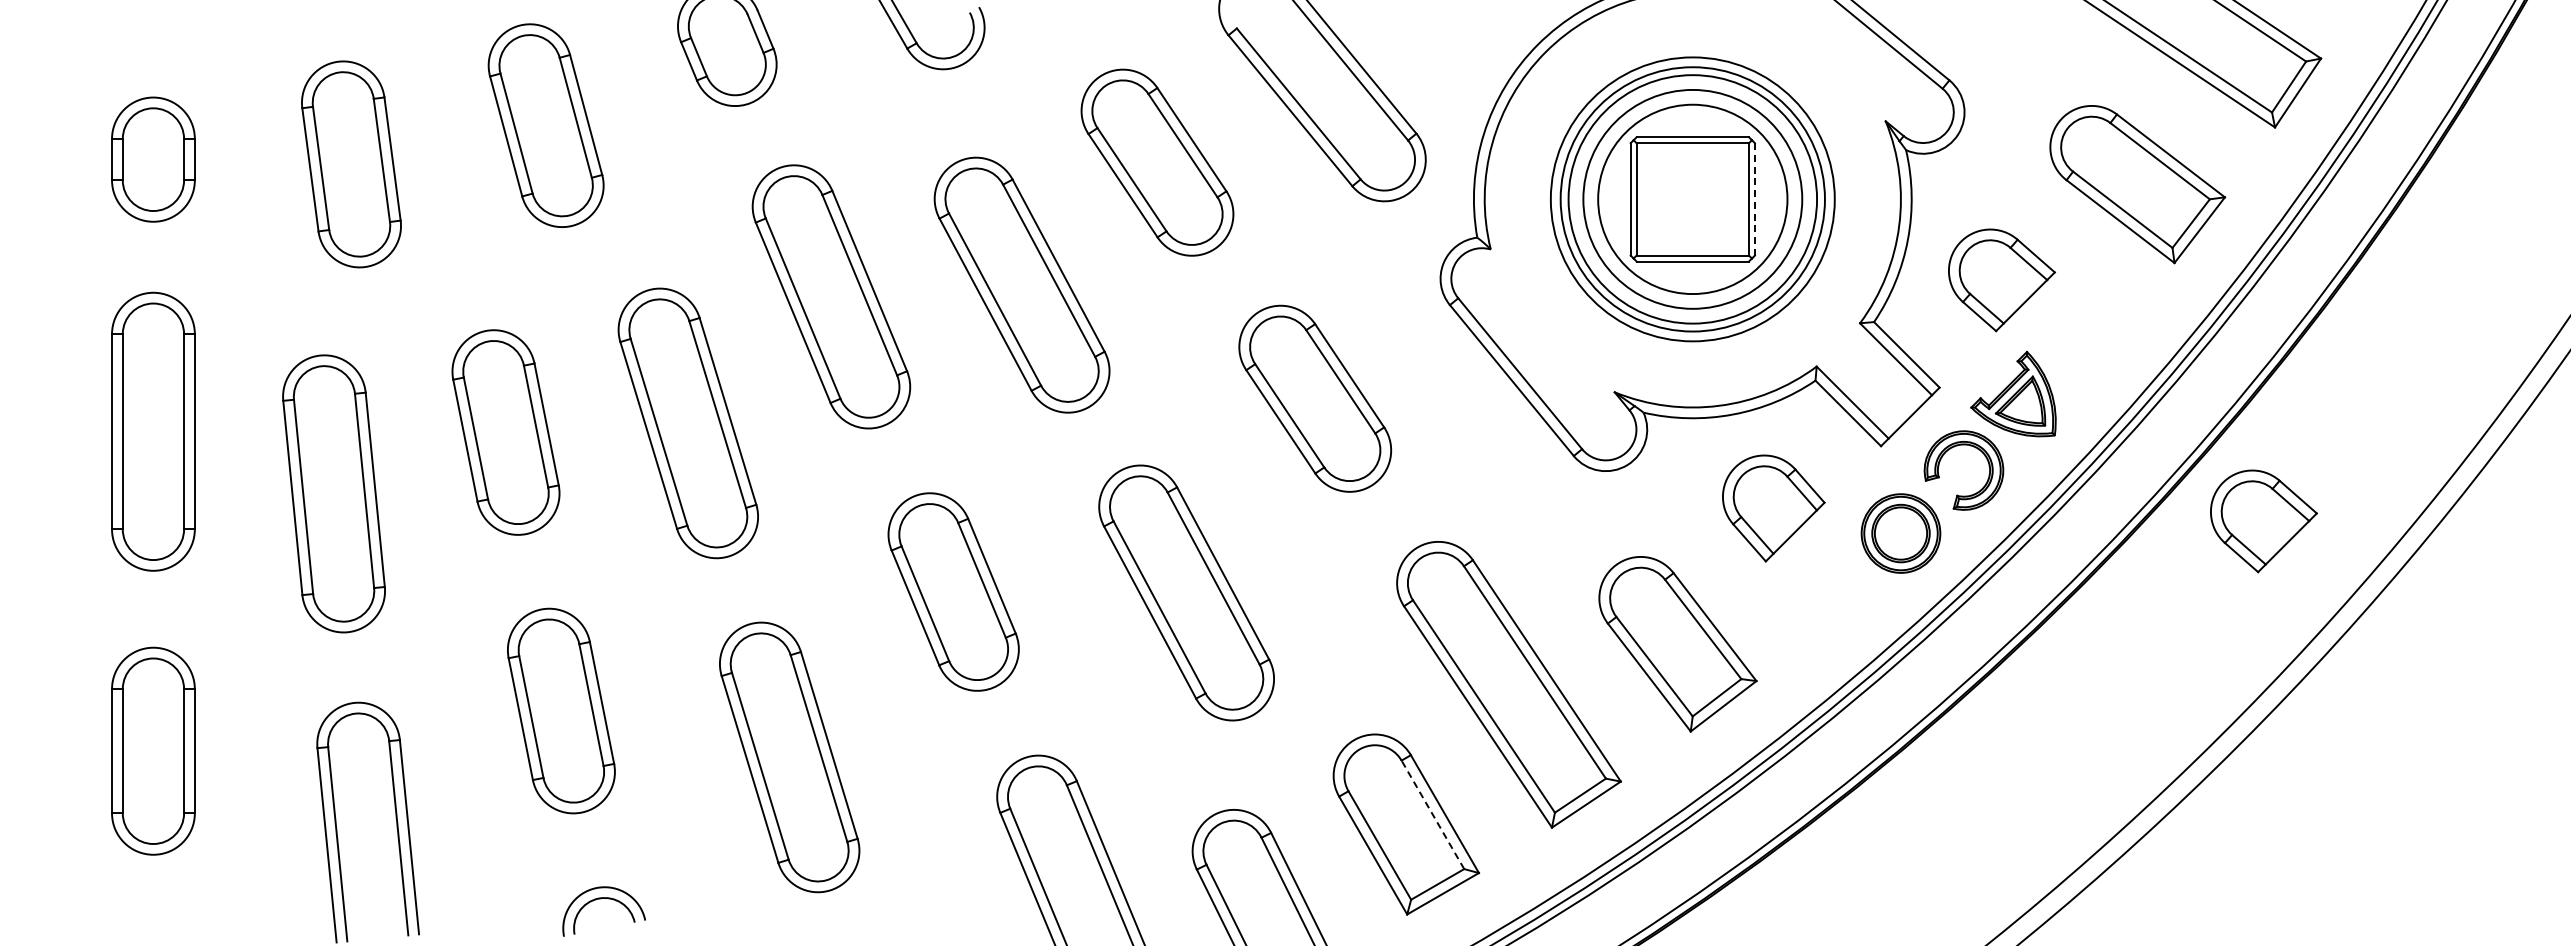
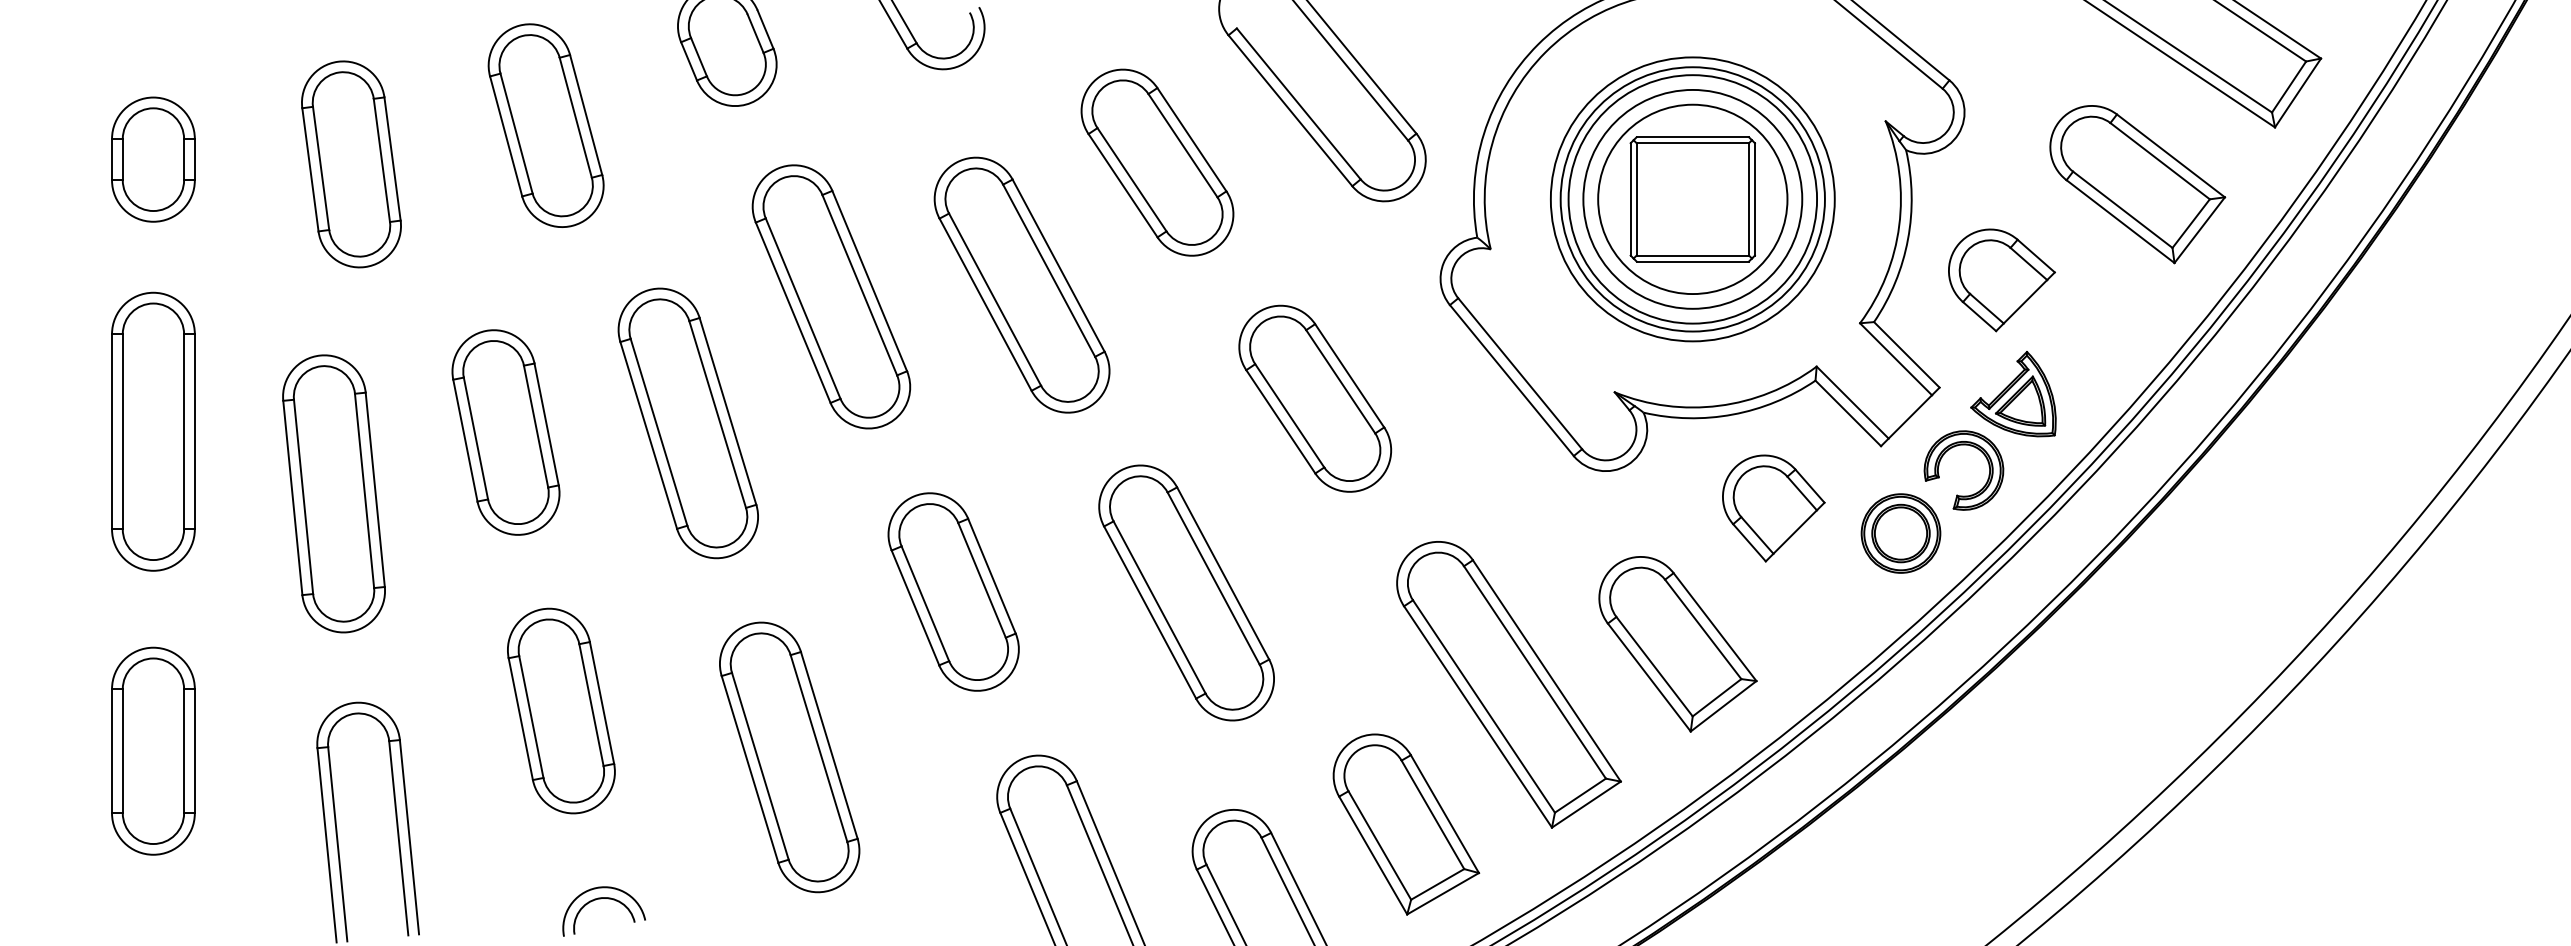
line at (1754, 199): dashed -> solid
part at (2263, 521): present -> none
line at (1432, 814): dashed -> solid
